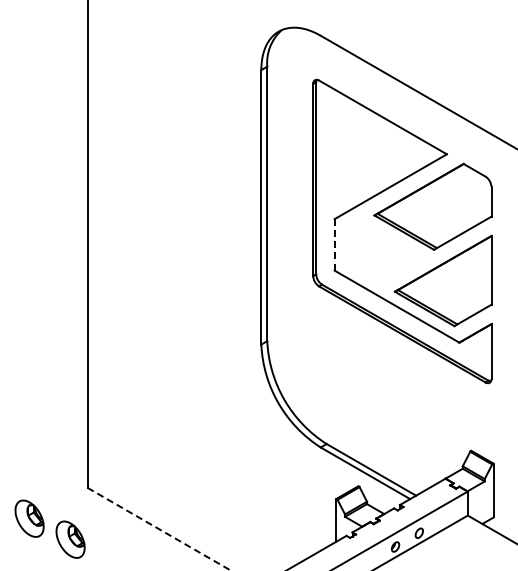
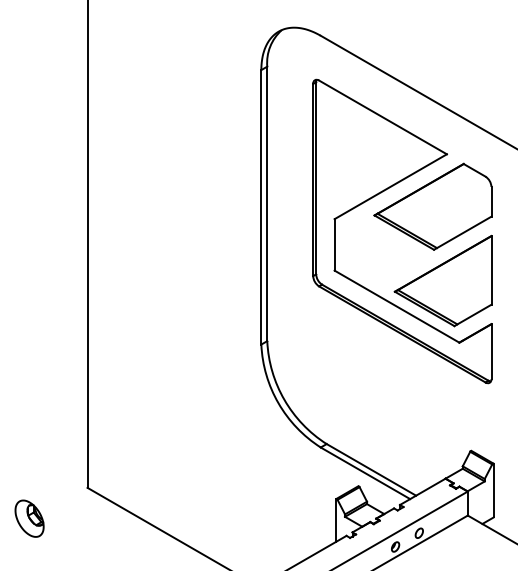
line at (334, 244): dashed -> solid
line at (159, 529): dashed -> solid
part at (70, 539): present -> none
